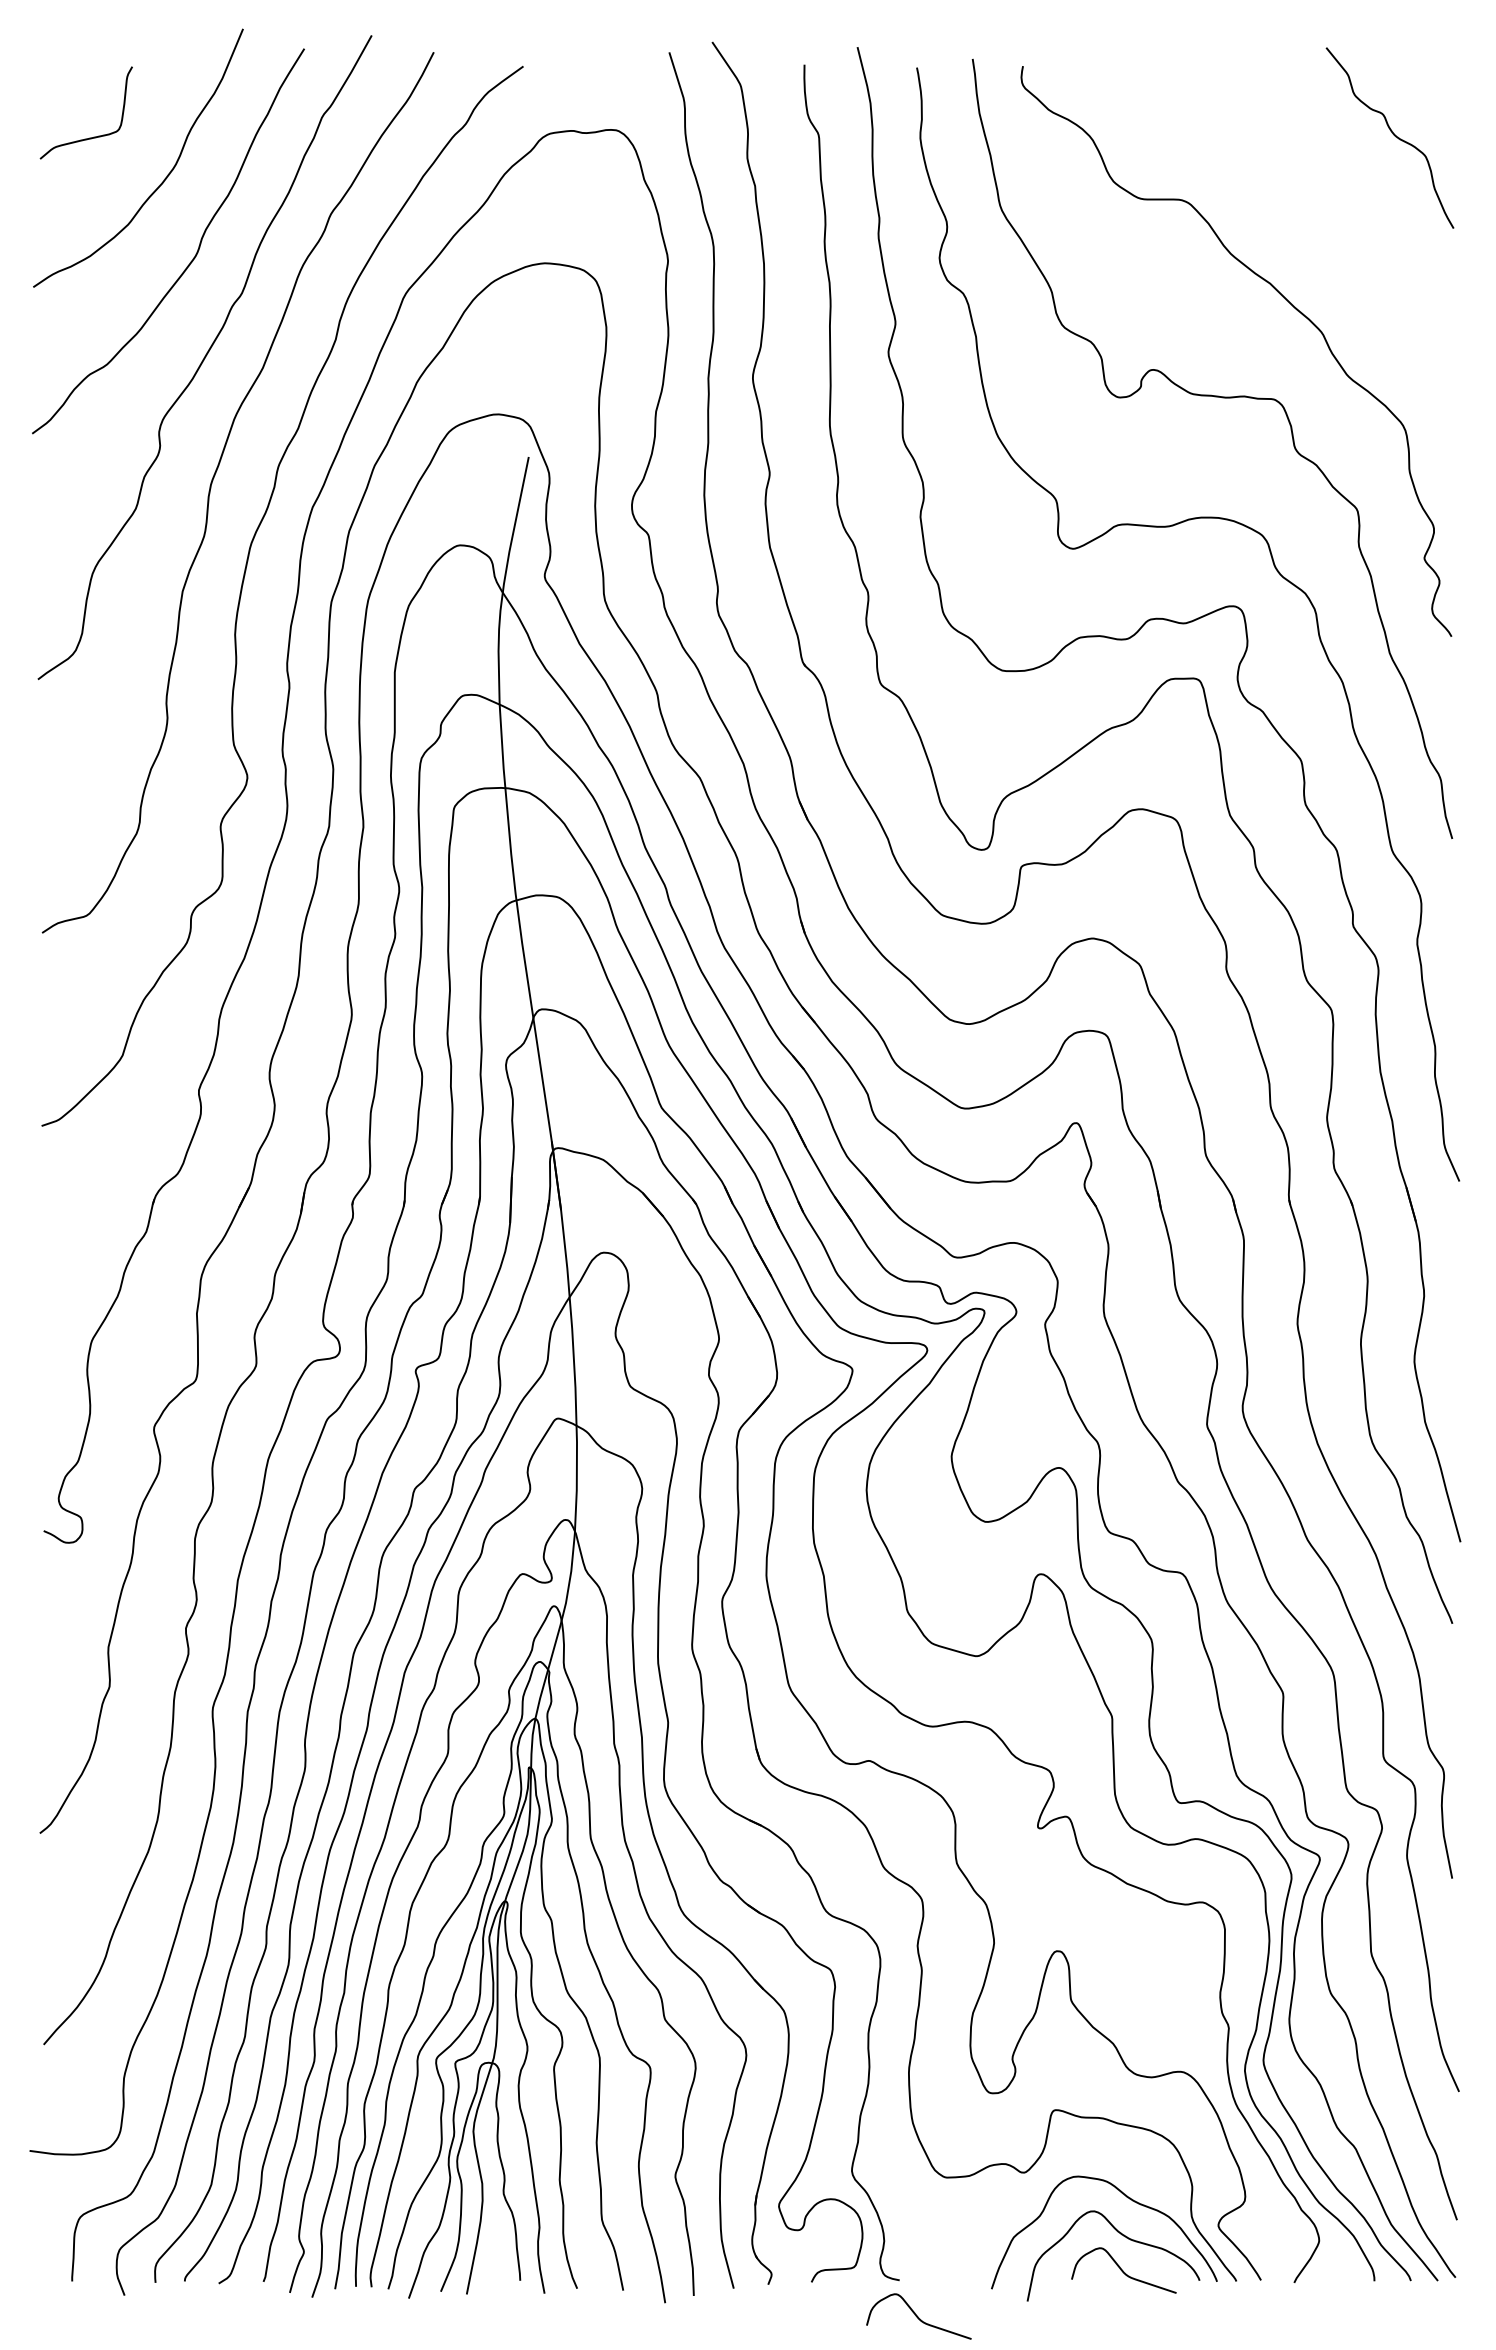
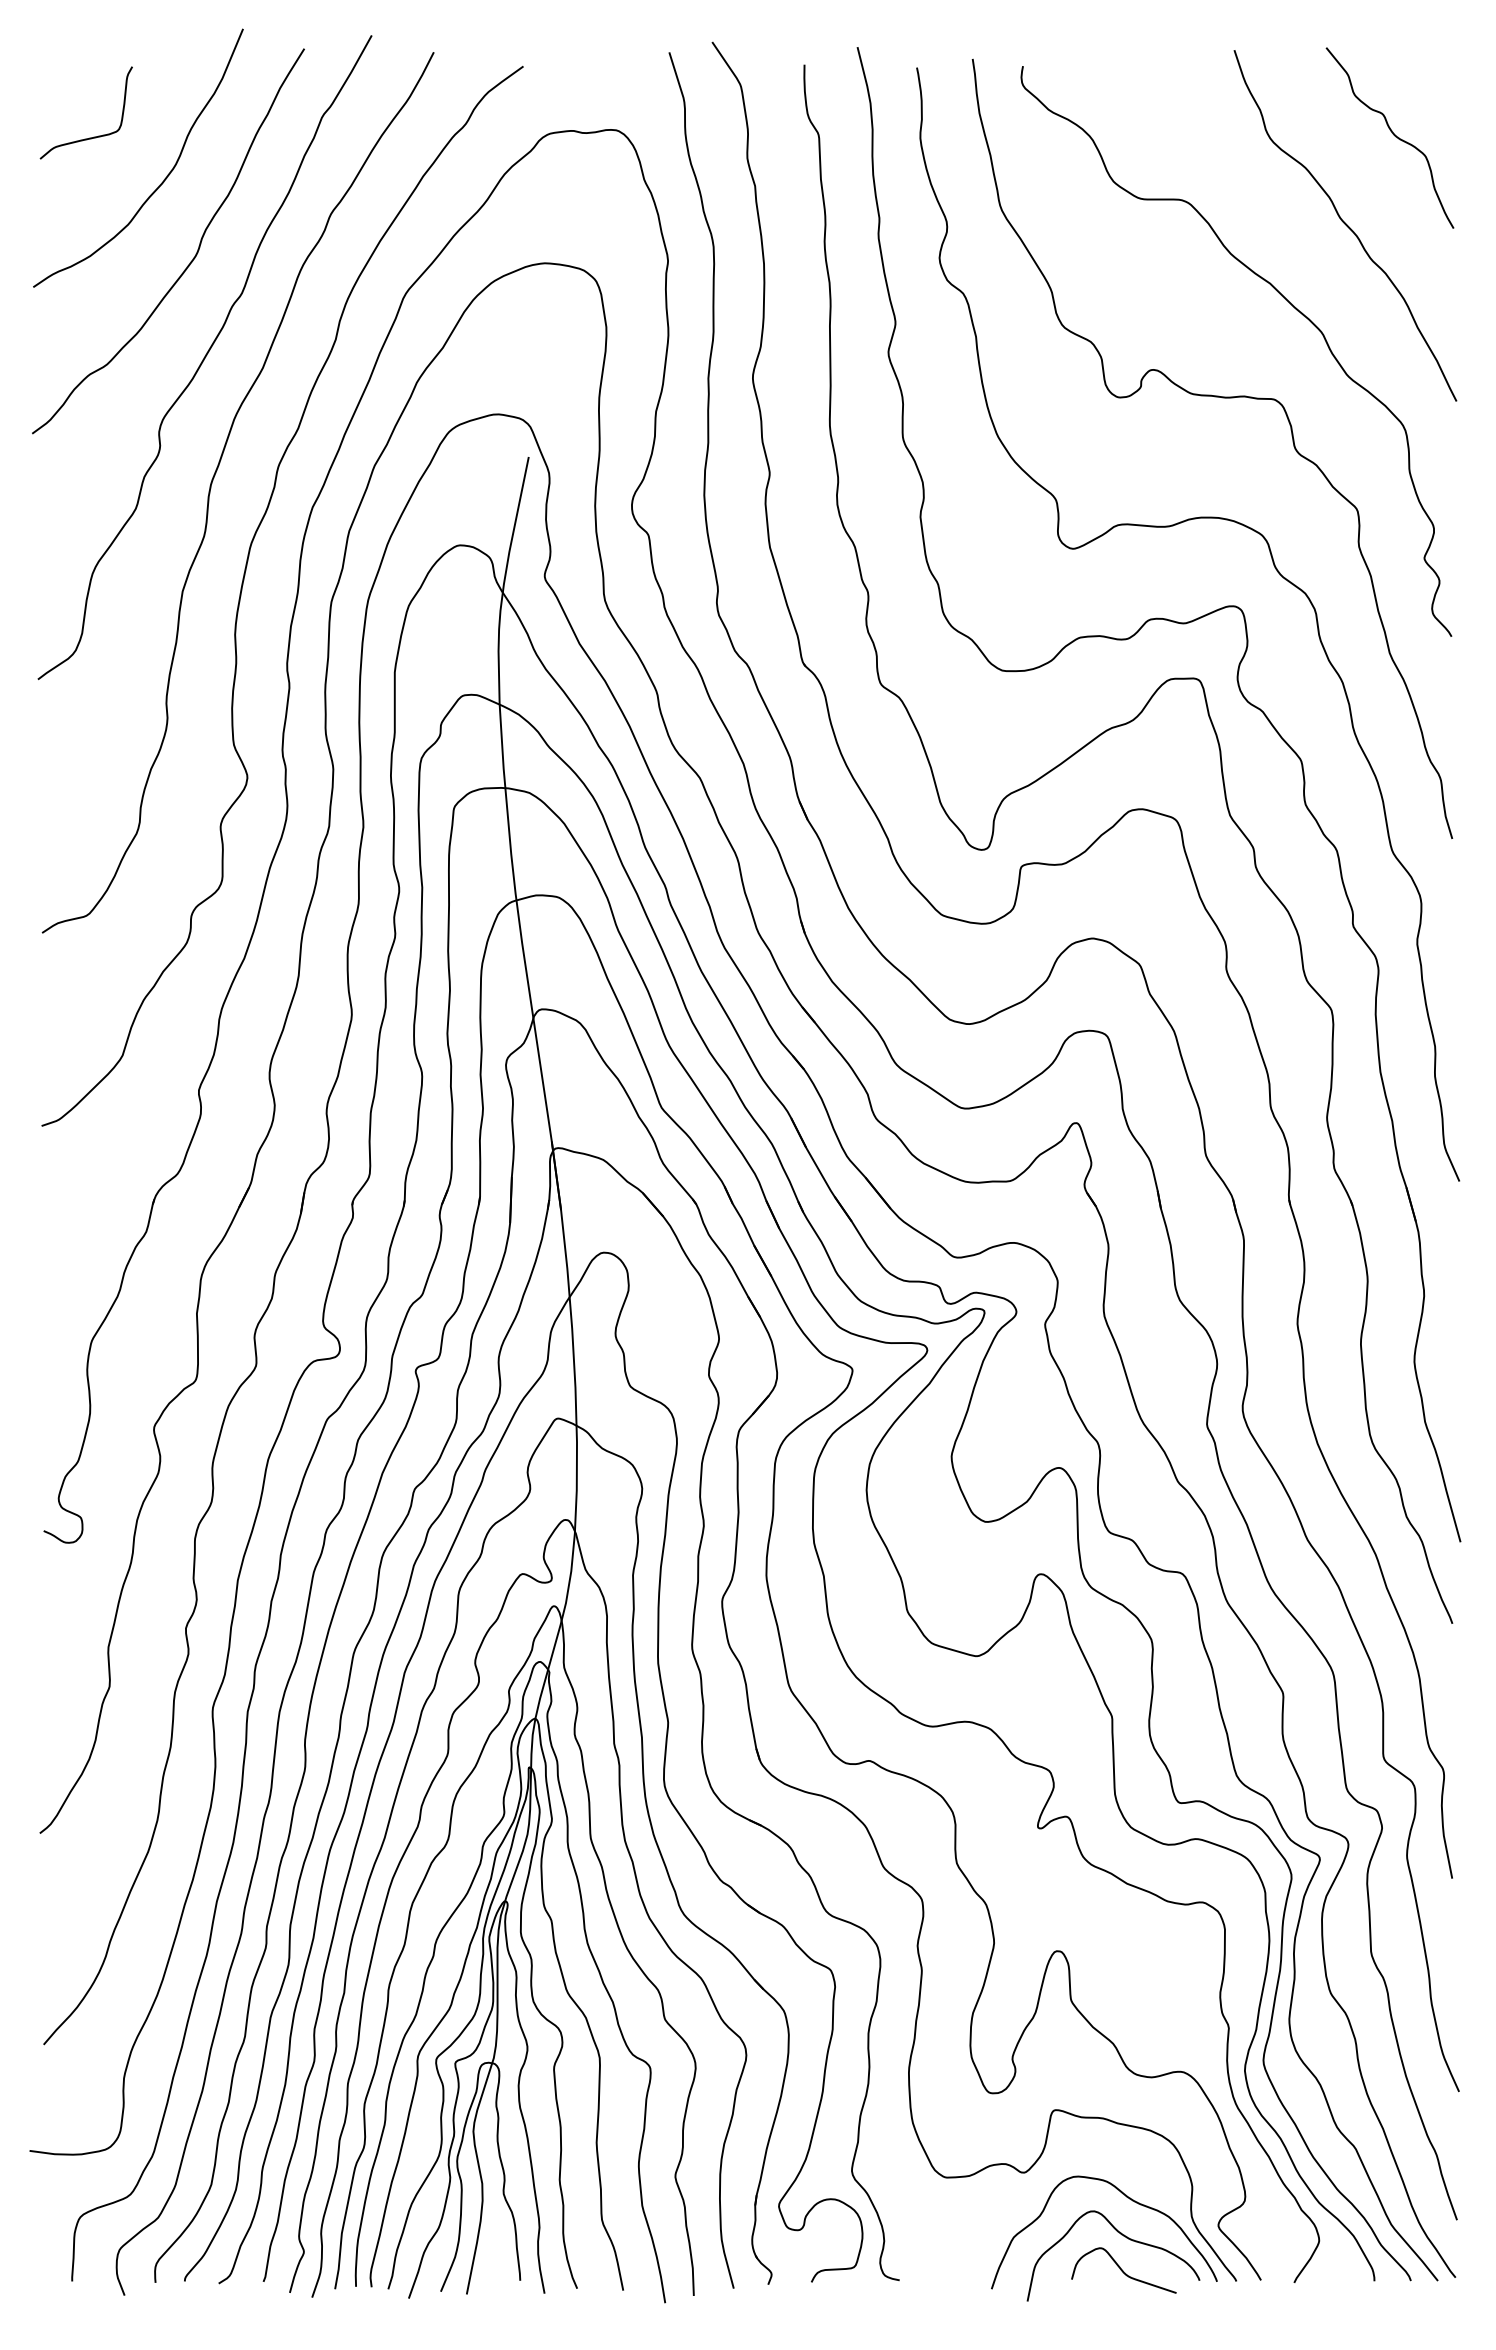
curve at (1345, 225): none -> present
curve at (918, 2316): present -> none
